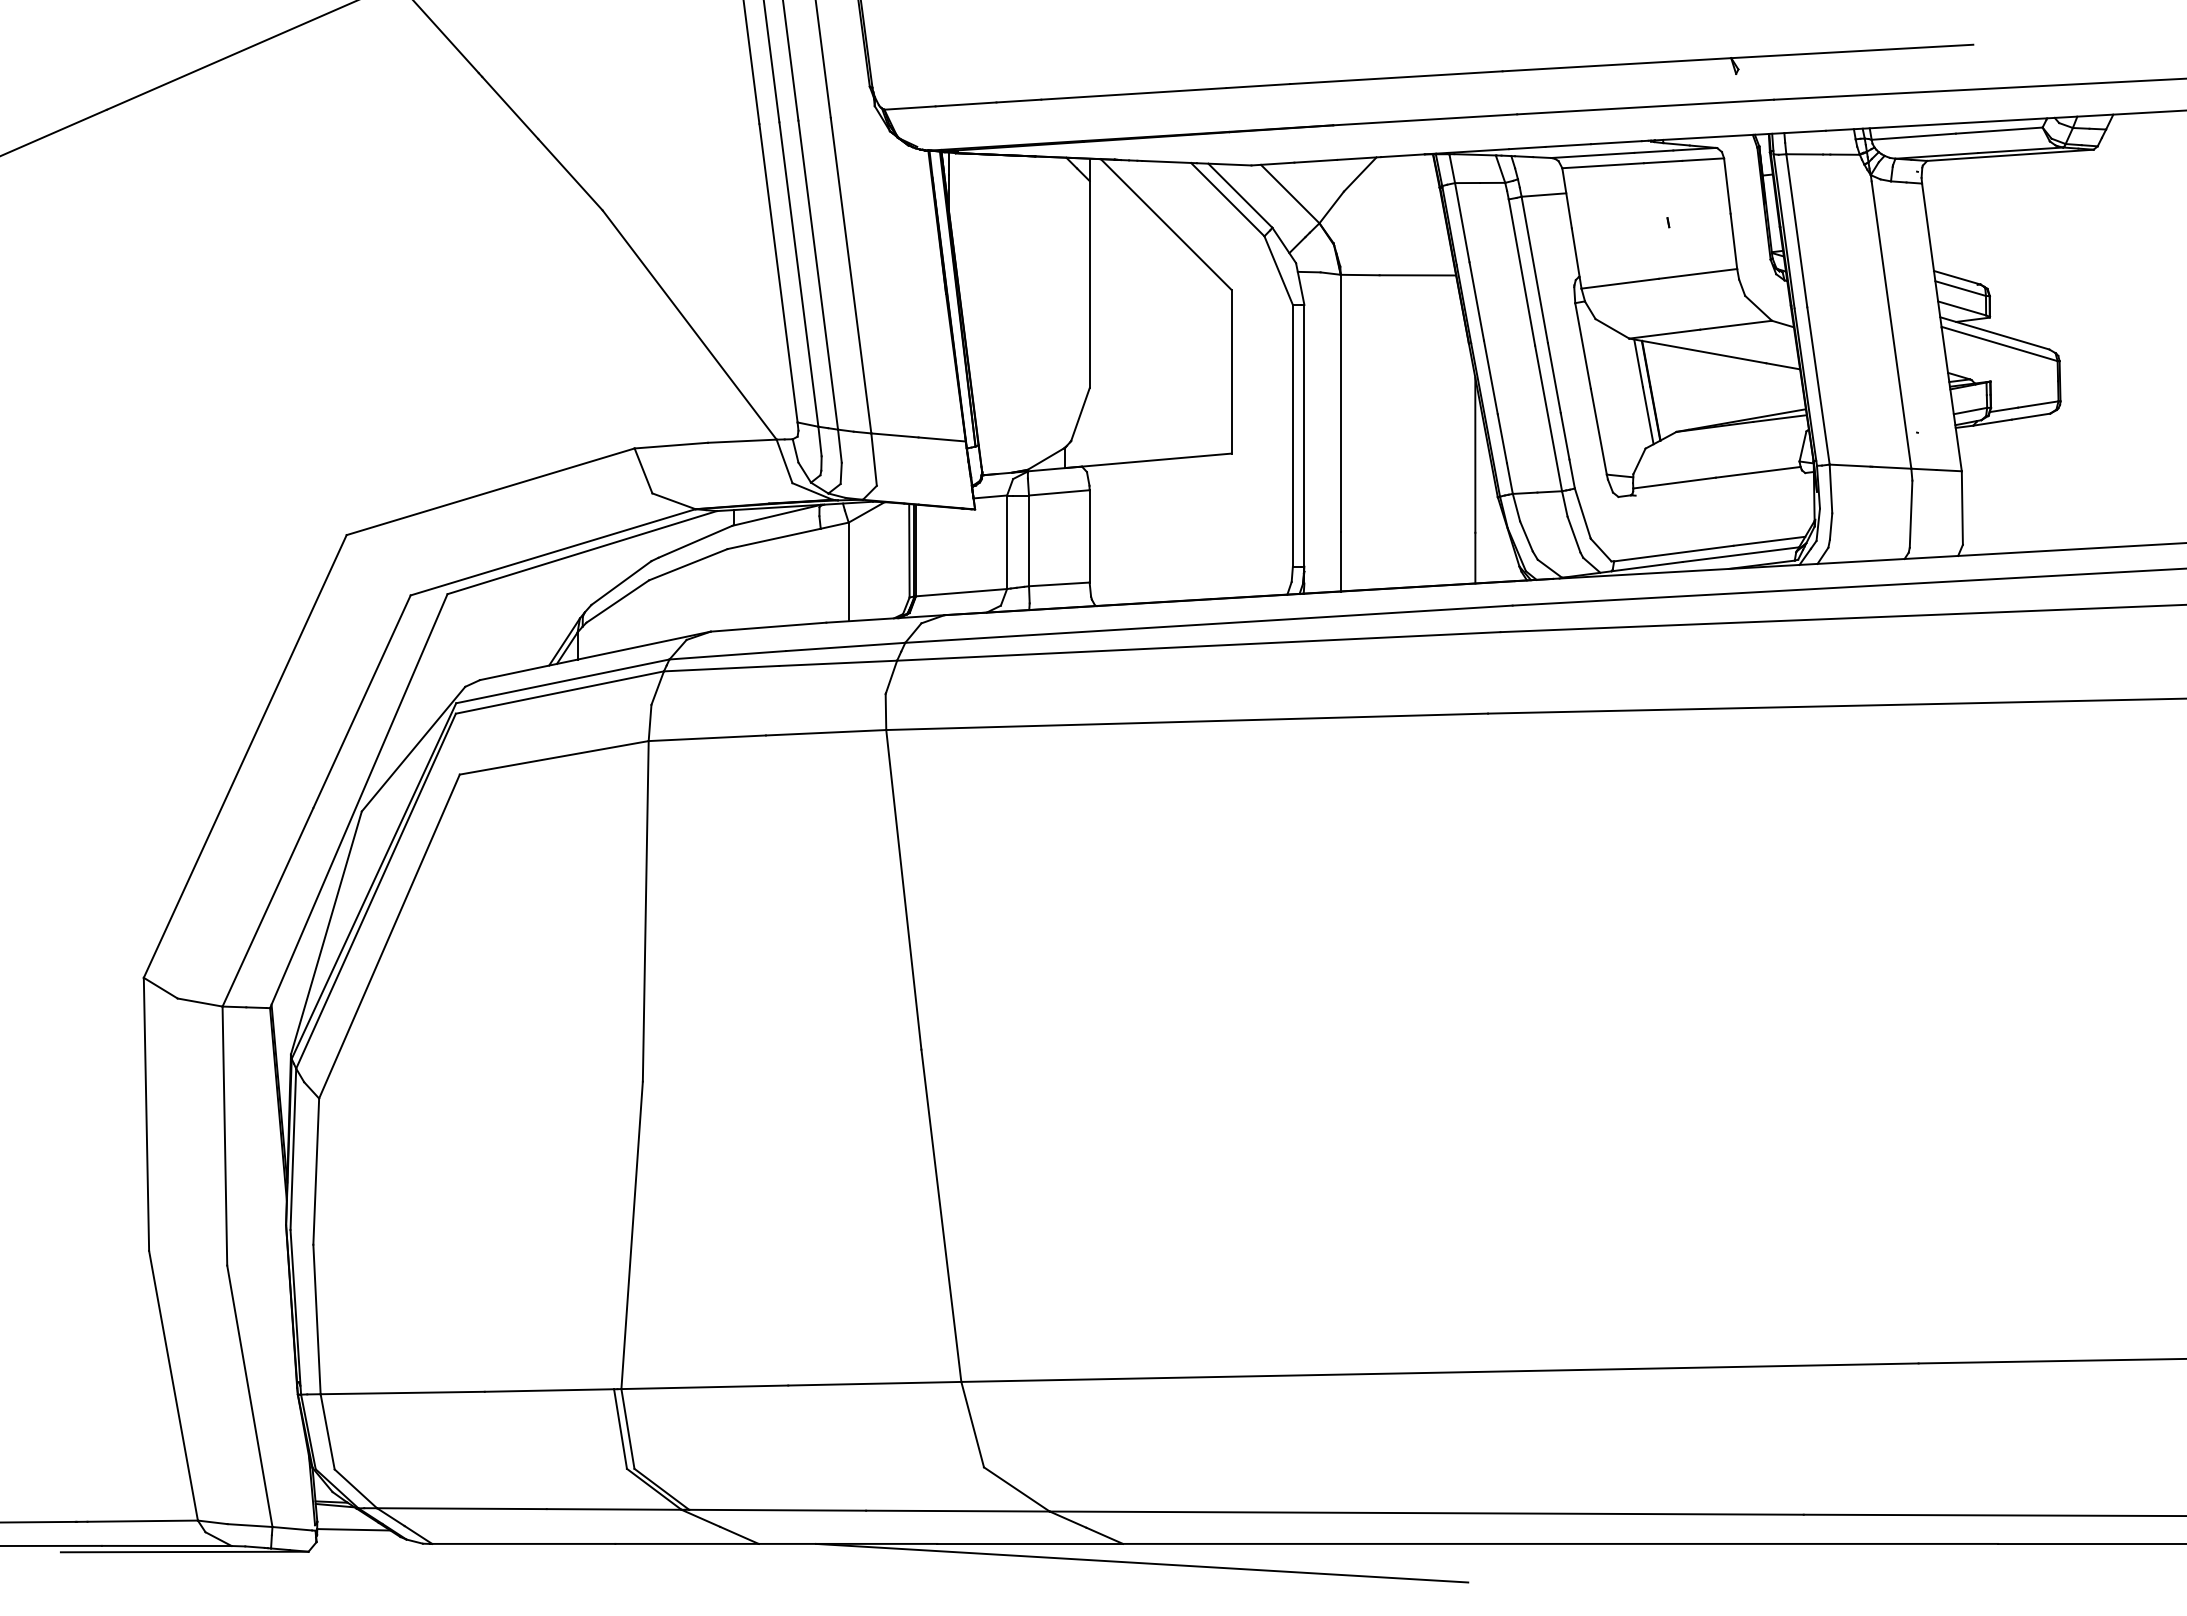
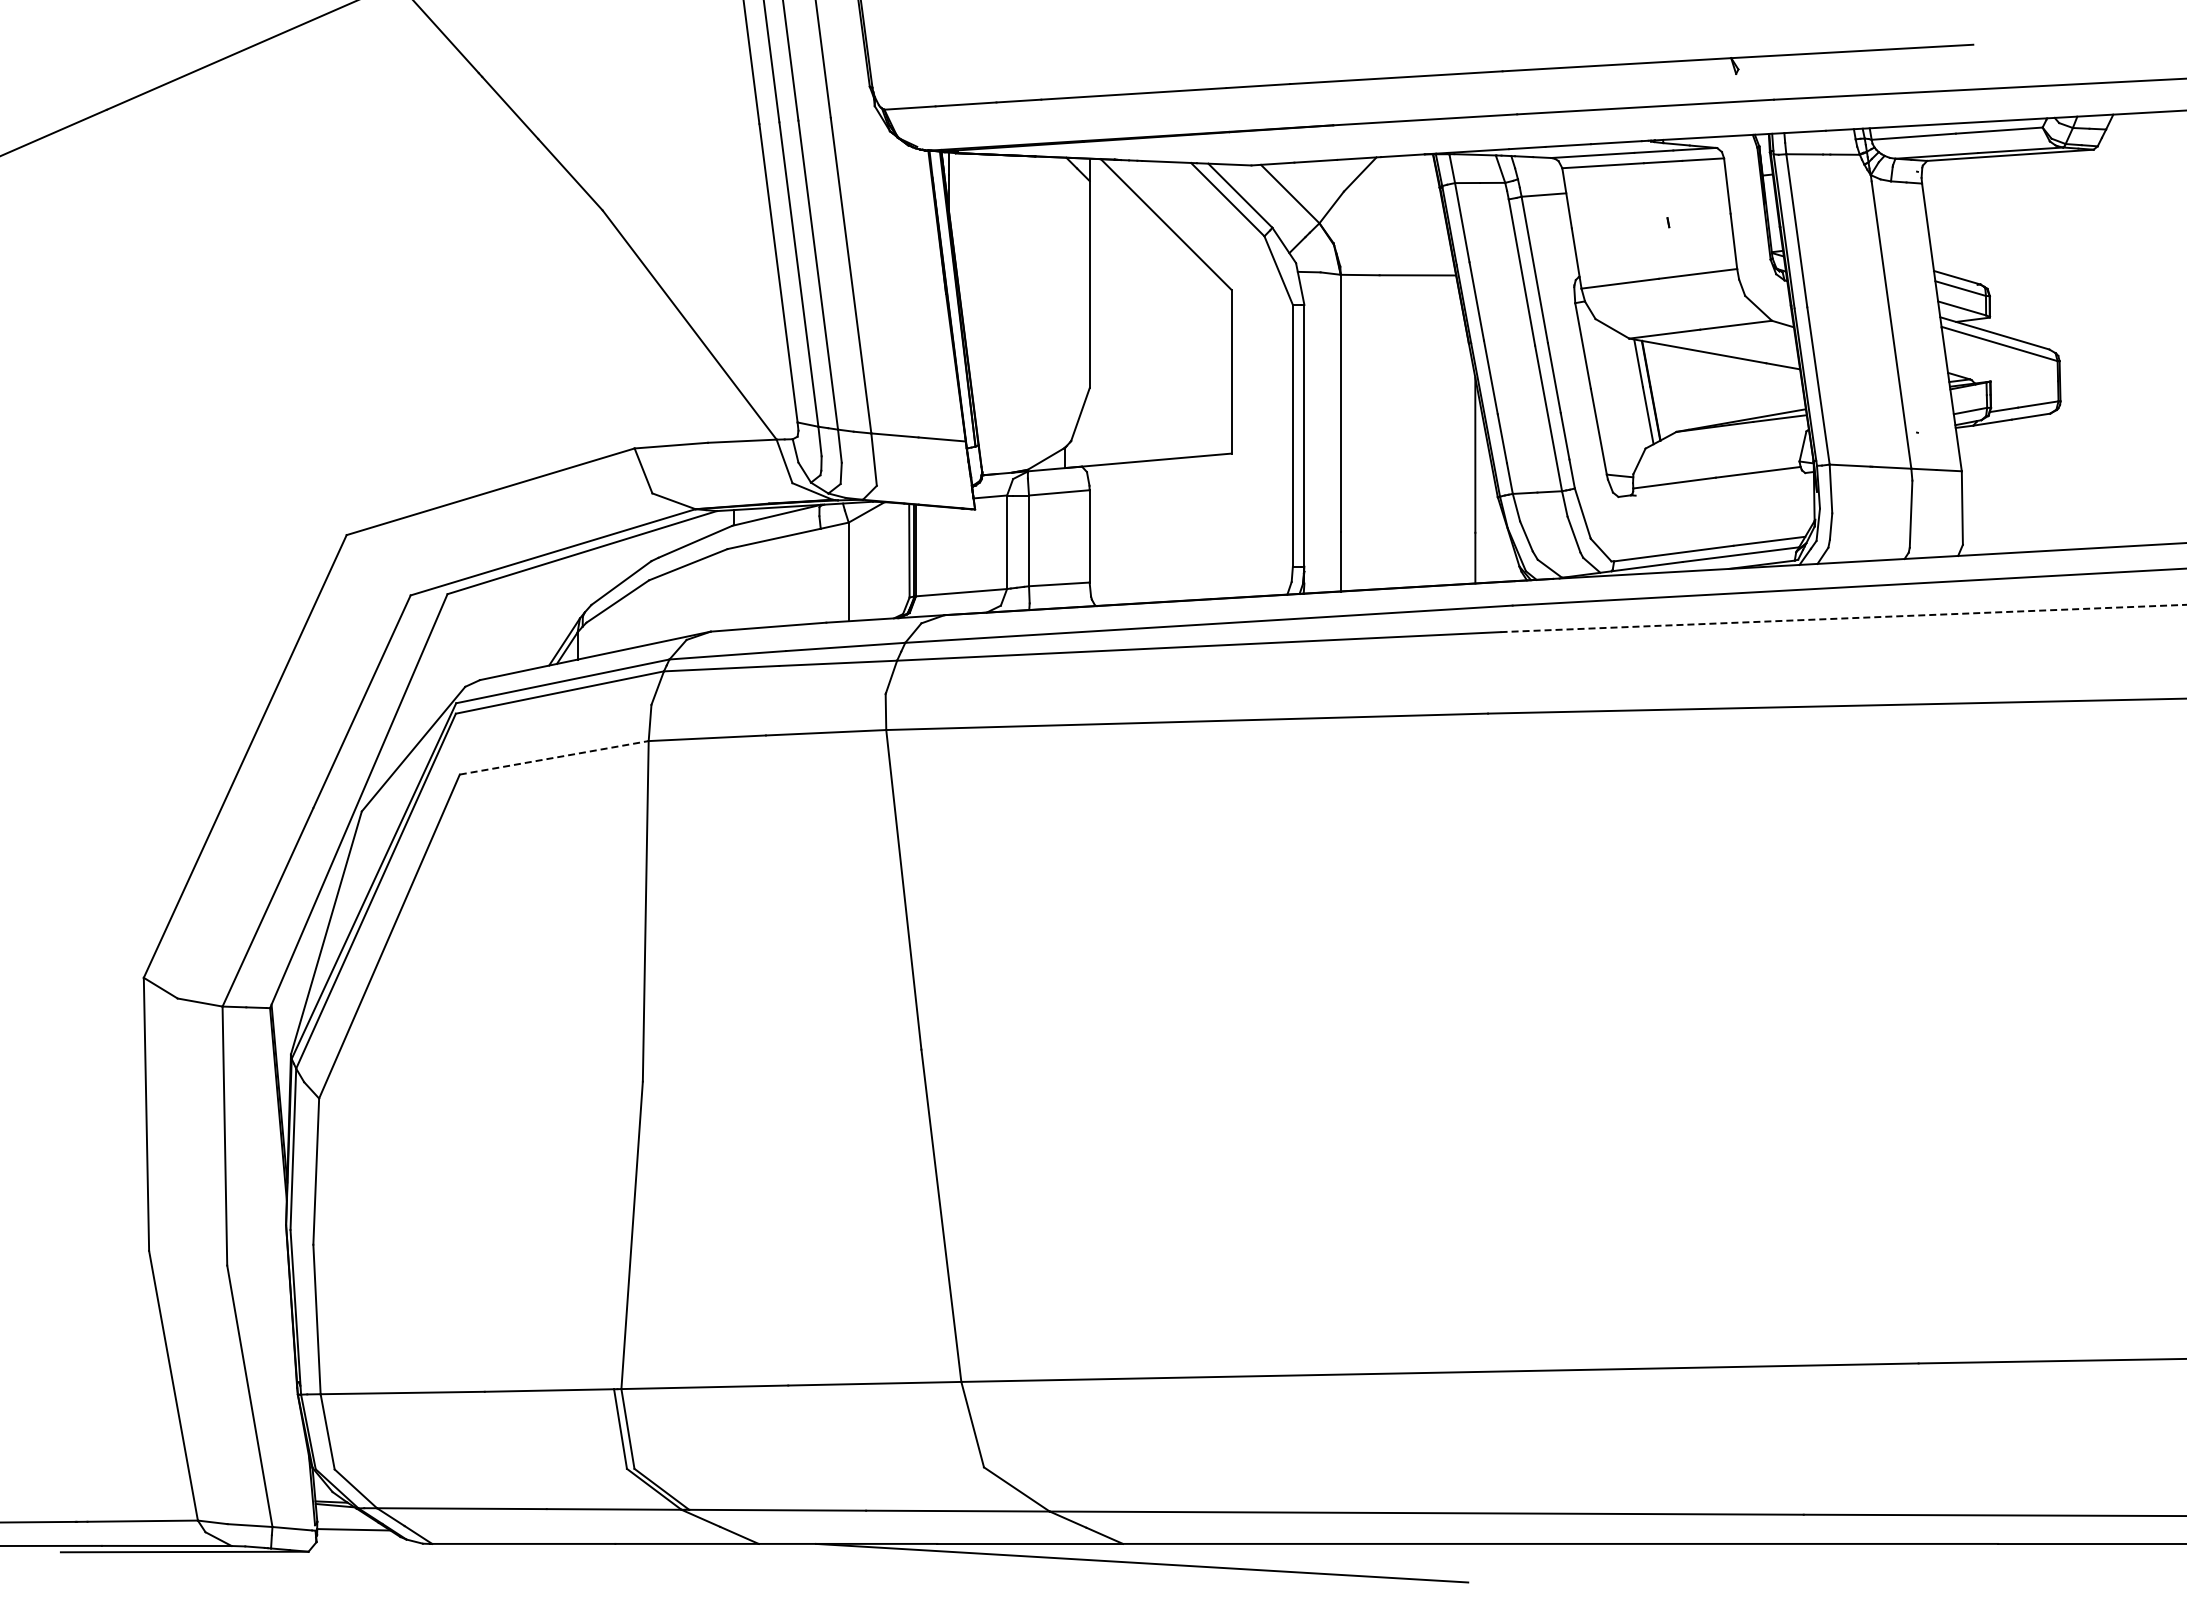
line at (1843, 618): solid -> dashed
line at (554, 757): solid -> dashed
